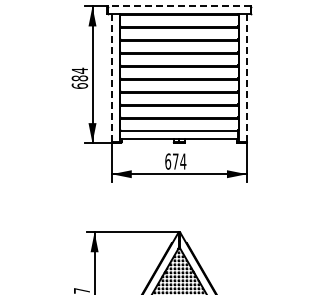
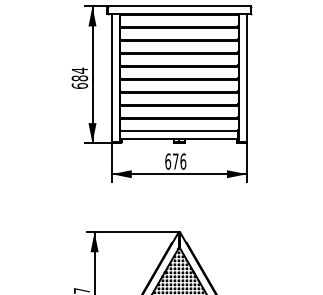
line at (178, 6): dashed -> solid
line at (111, 78): dashed -> solid
line at (246, 78): dashed -> solid
text at (183, 161): 674 -> 676
